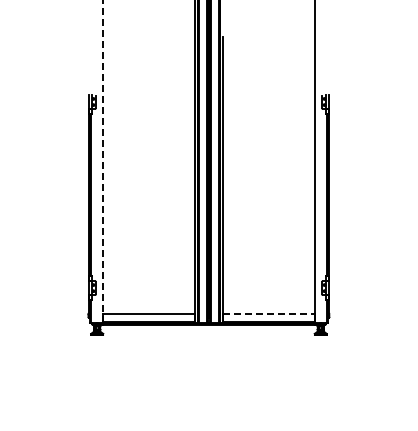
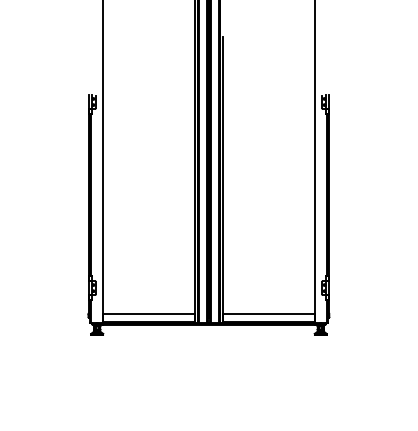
line at (102, 161): dashed -> solid
line at (269, 314): dashed -> solid
